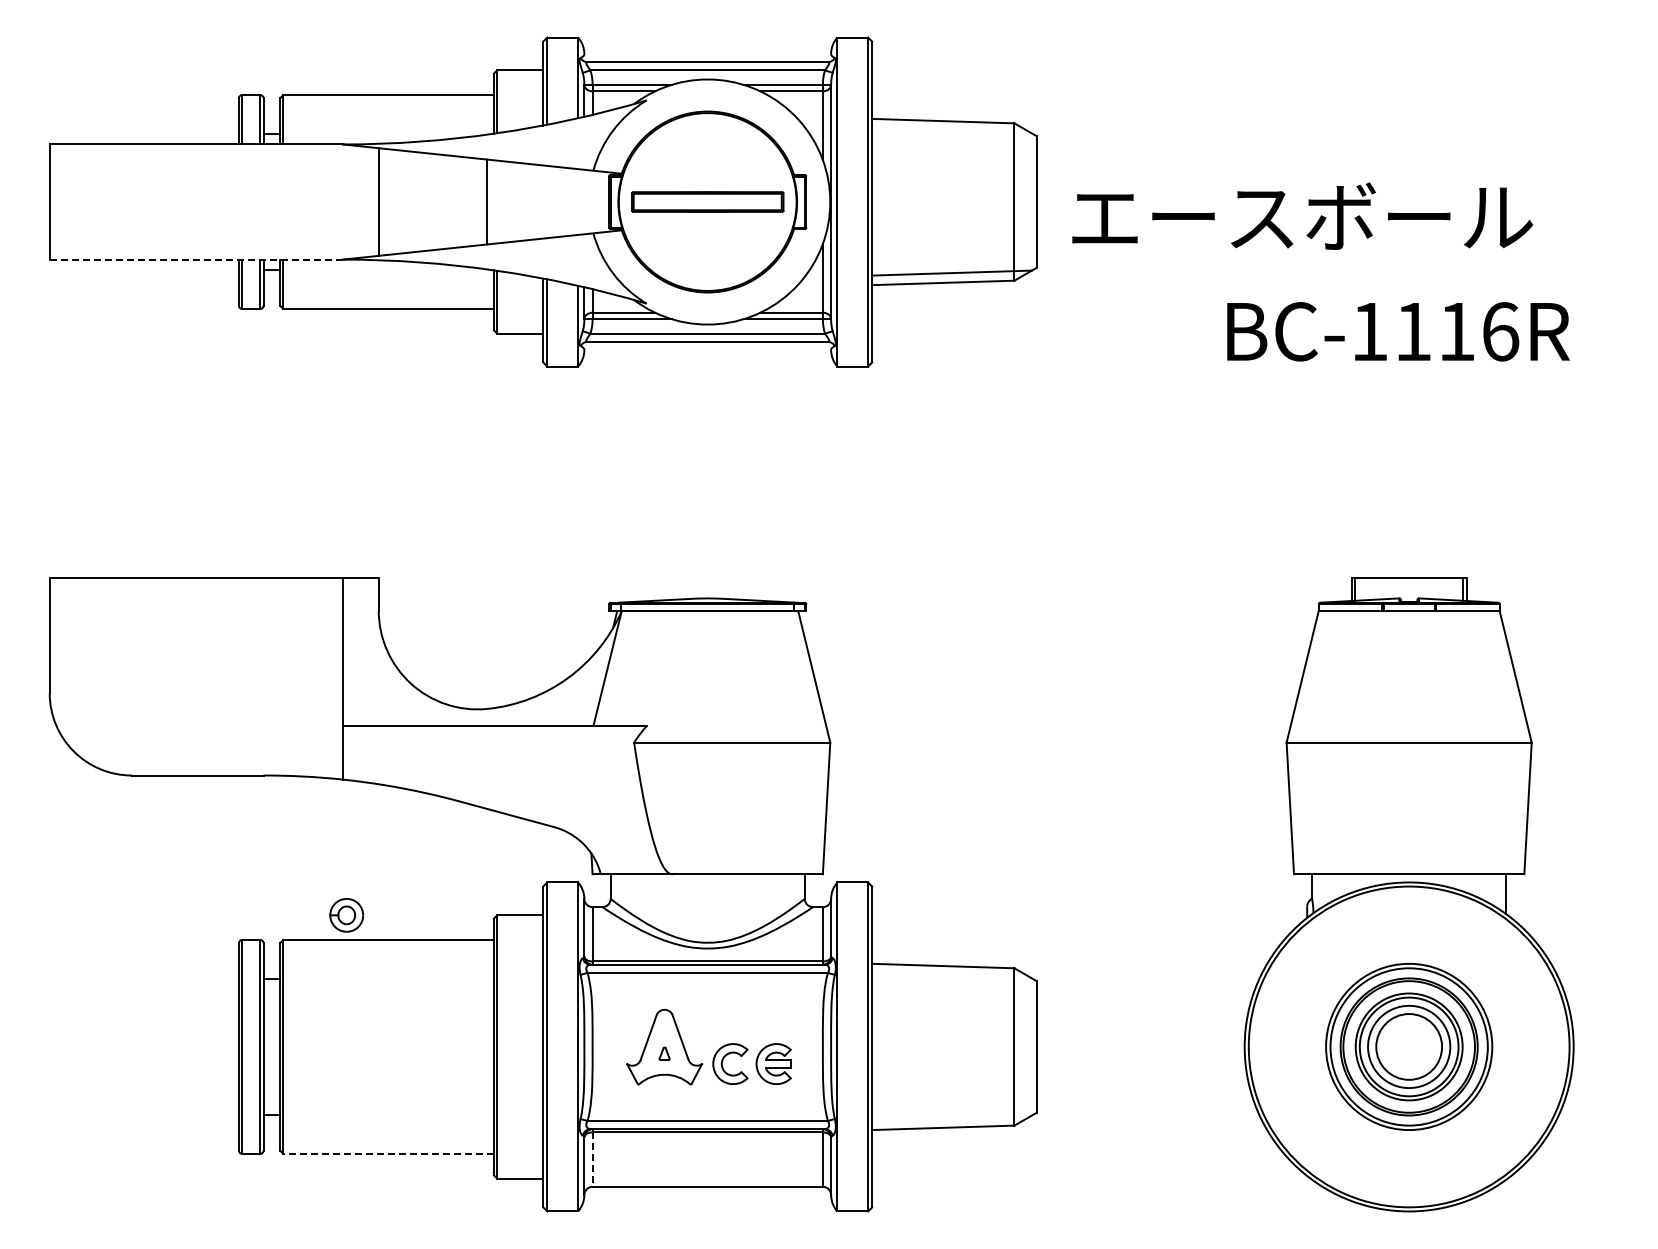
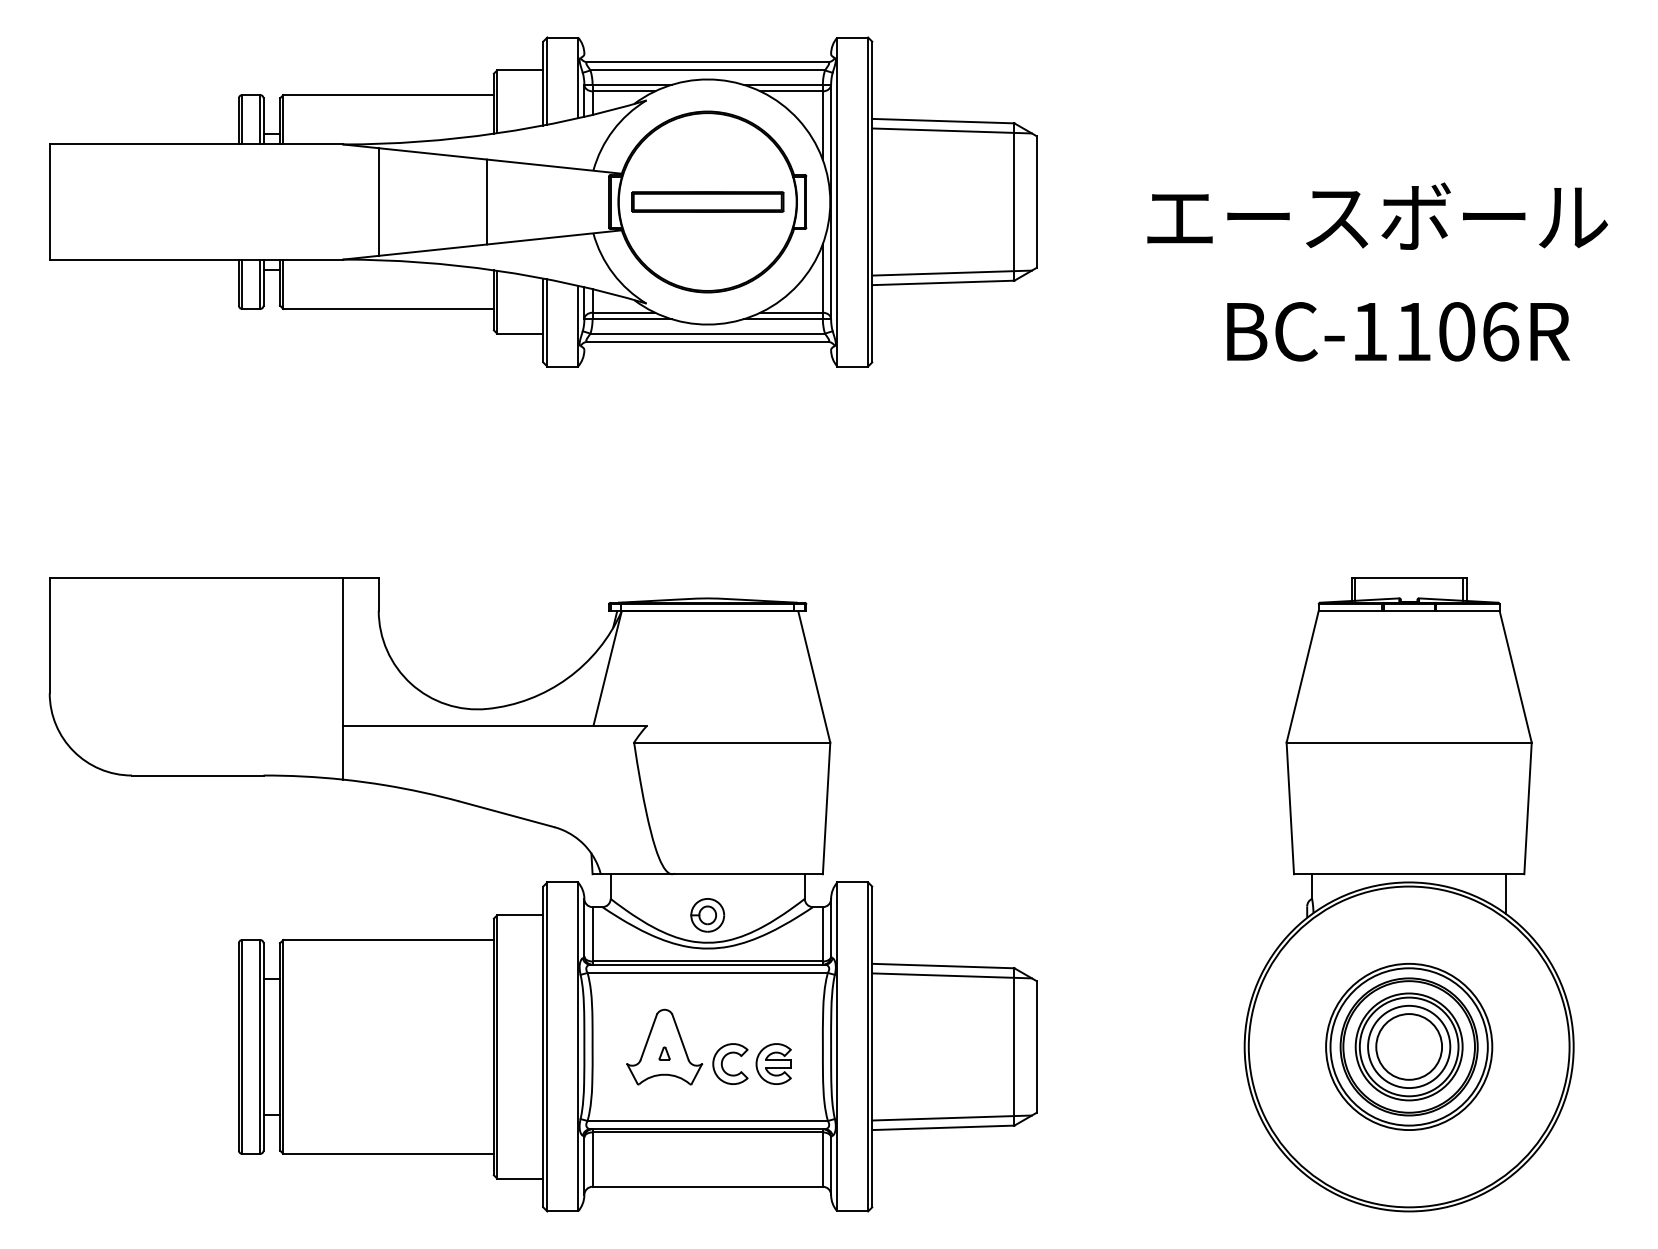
line at (951, 130): none -> present
text at (1302, 215) position: (1302, 215) -> (1377, 215)
line at (196, 259): dashed -> solid
text at (1457, 331): BC-1116R -> BC-1106R
part at (346, 915) position: (346, 915) -> (707, 915)
line at (951, 975): none -> present
line at (951, 1117): none -> present
line at (388, 1153): dashed -> solid
line at (592, 1160): dashed -> solid
